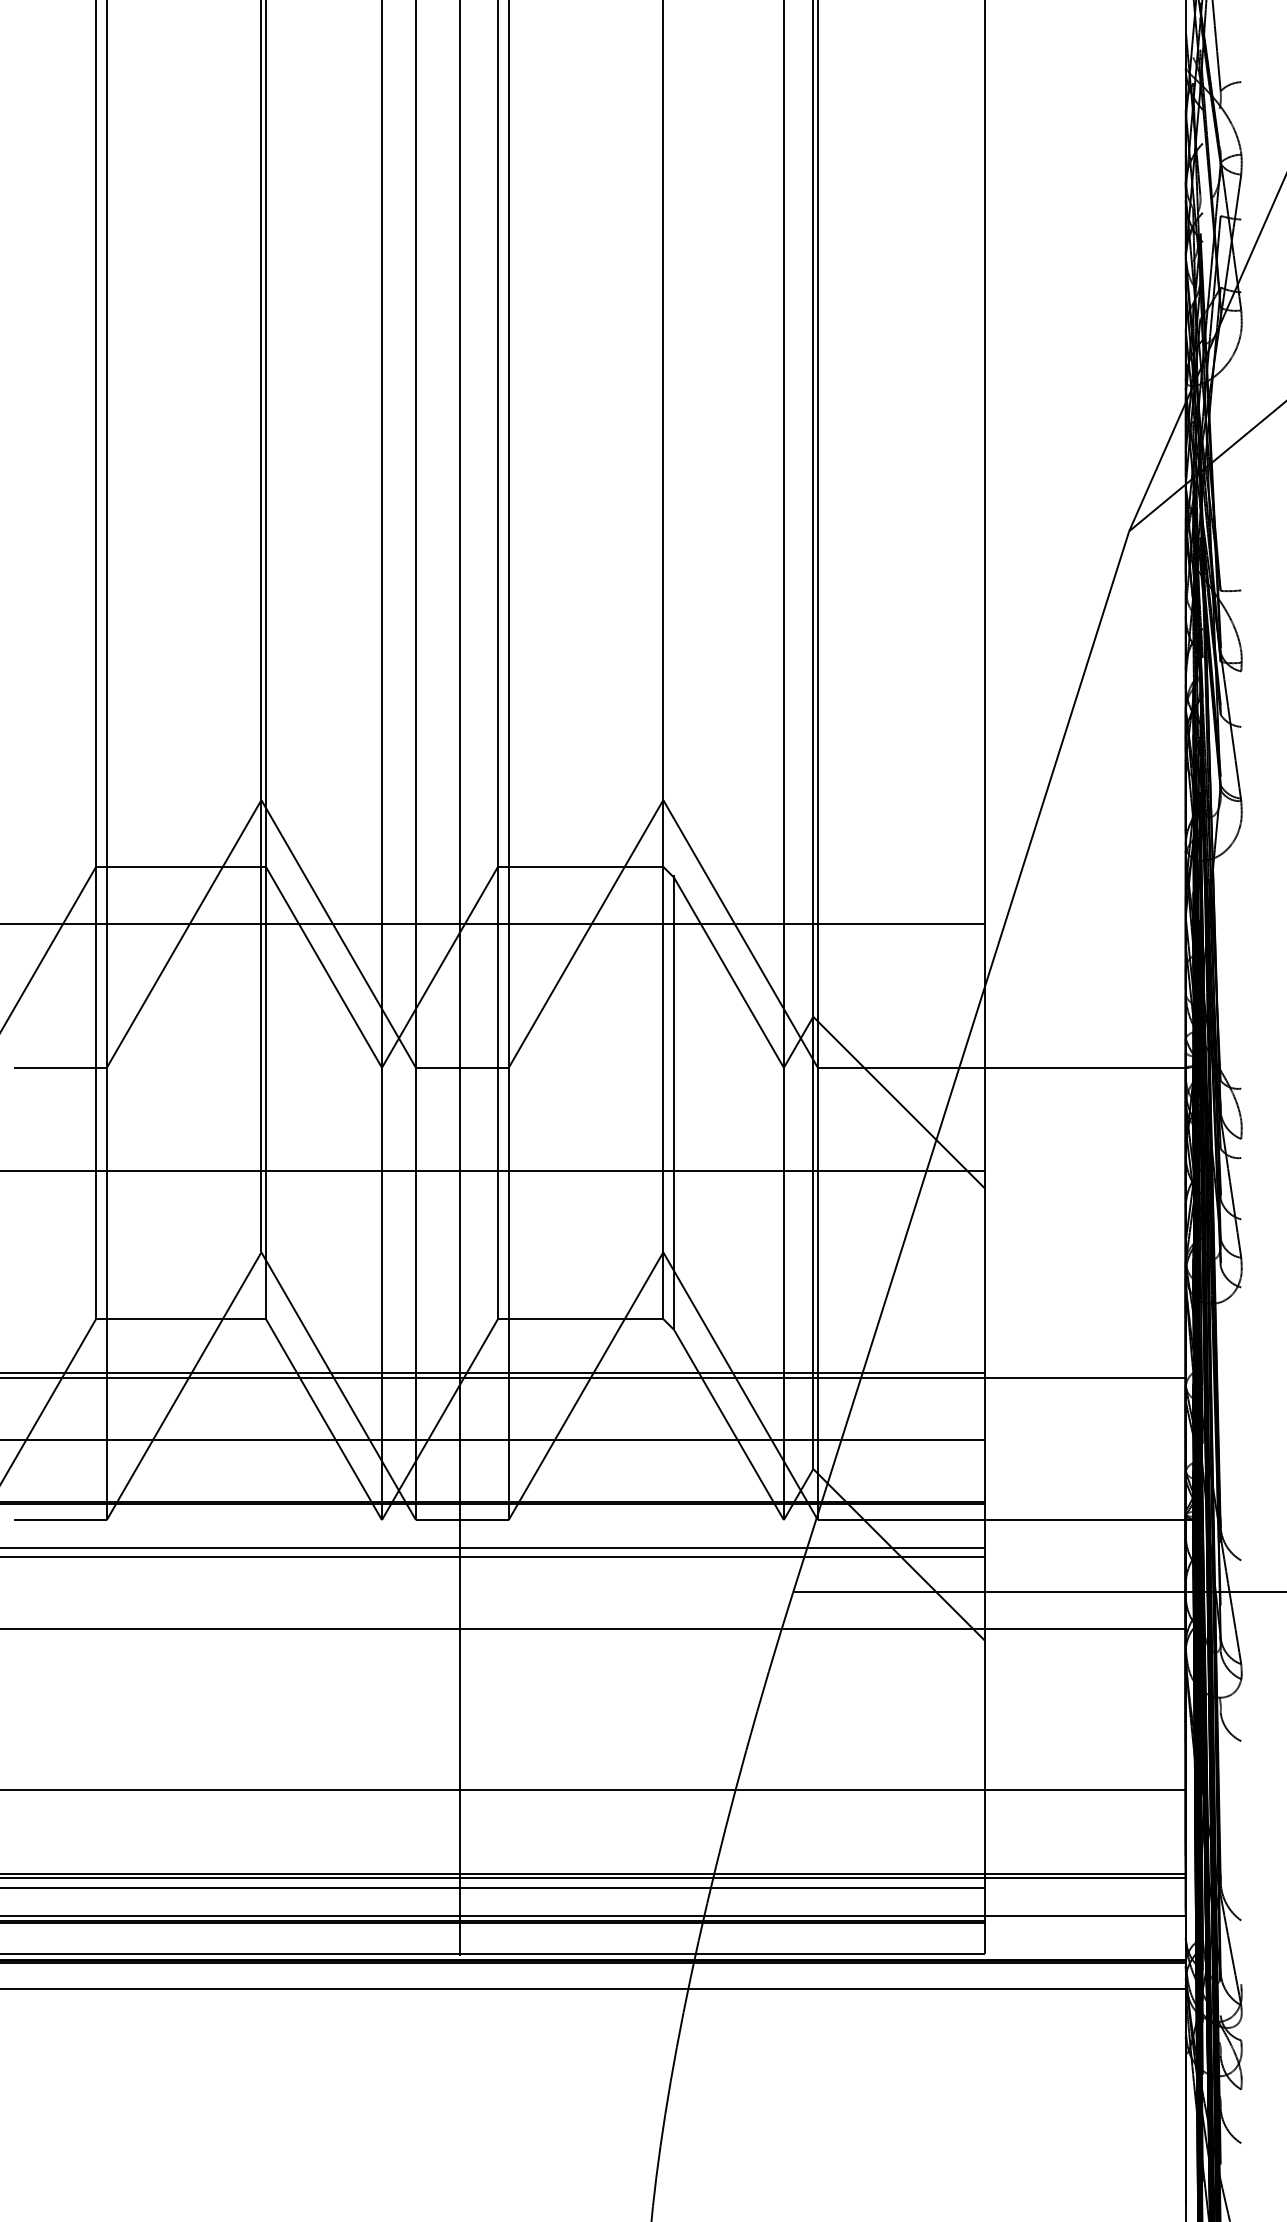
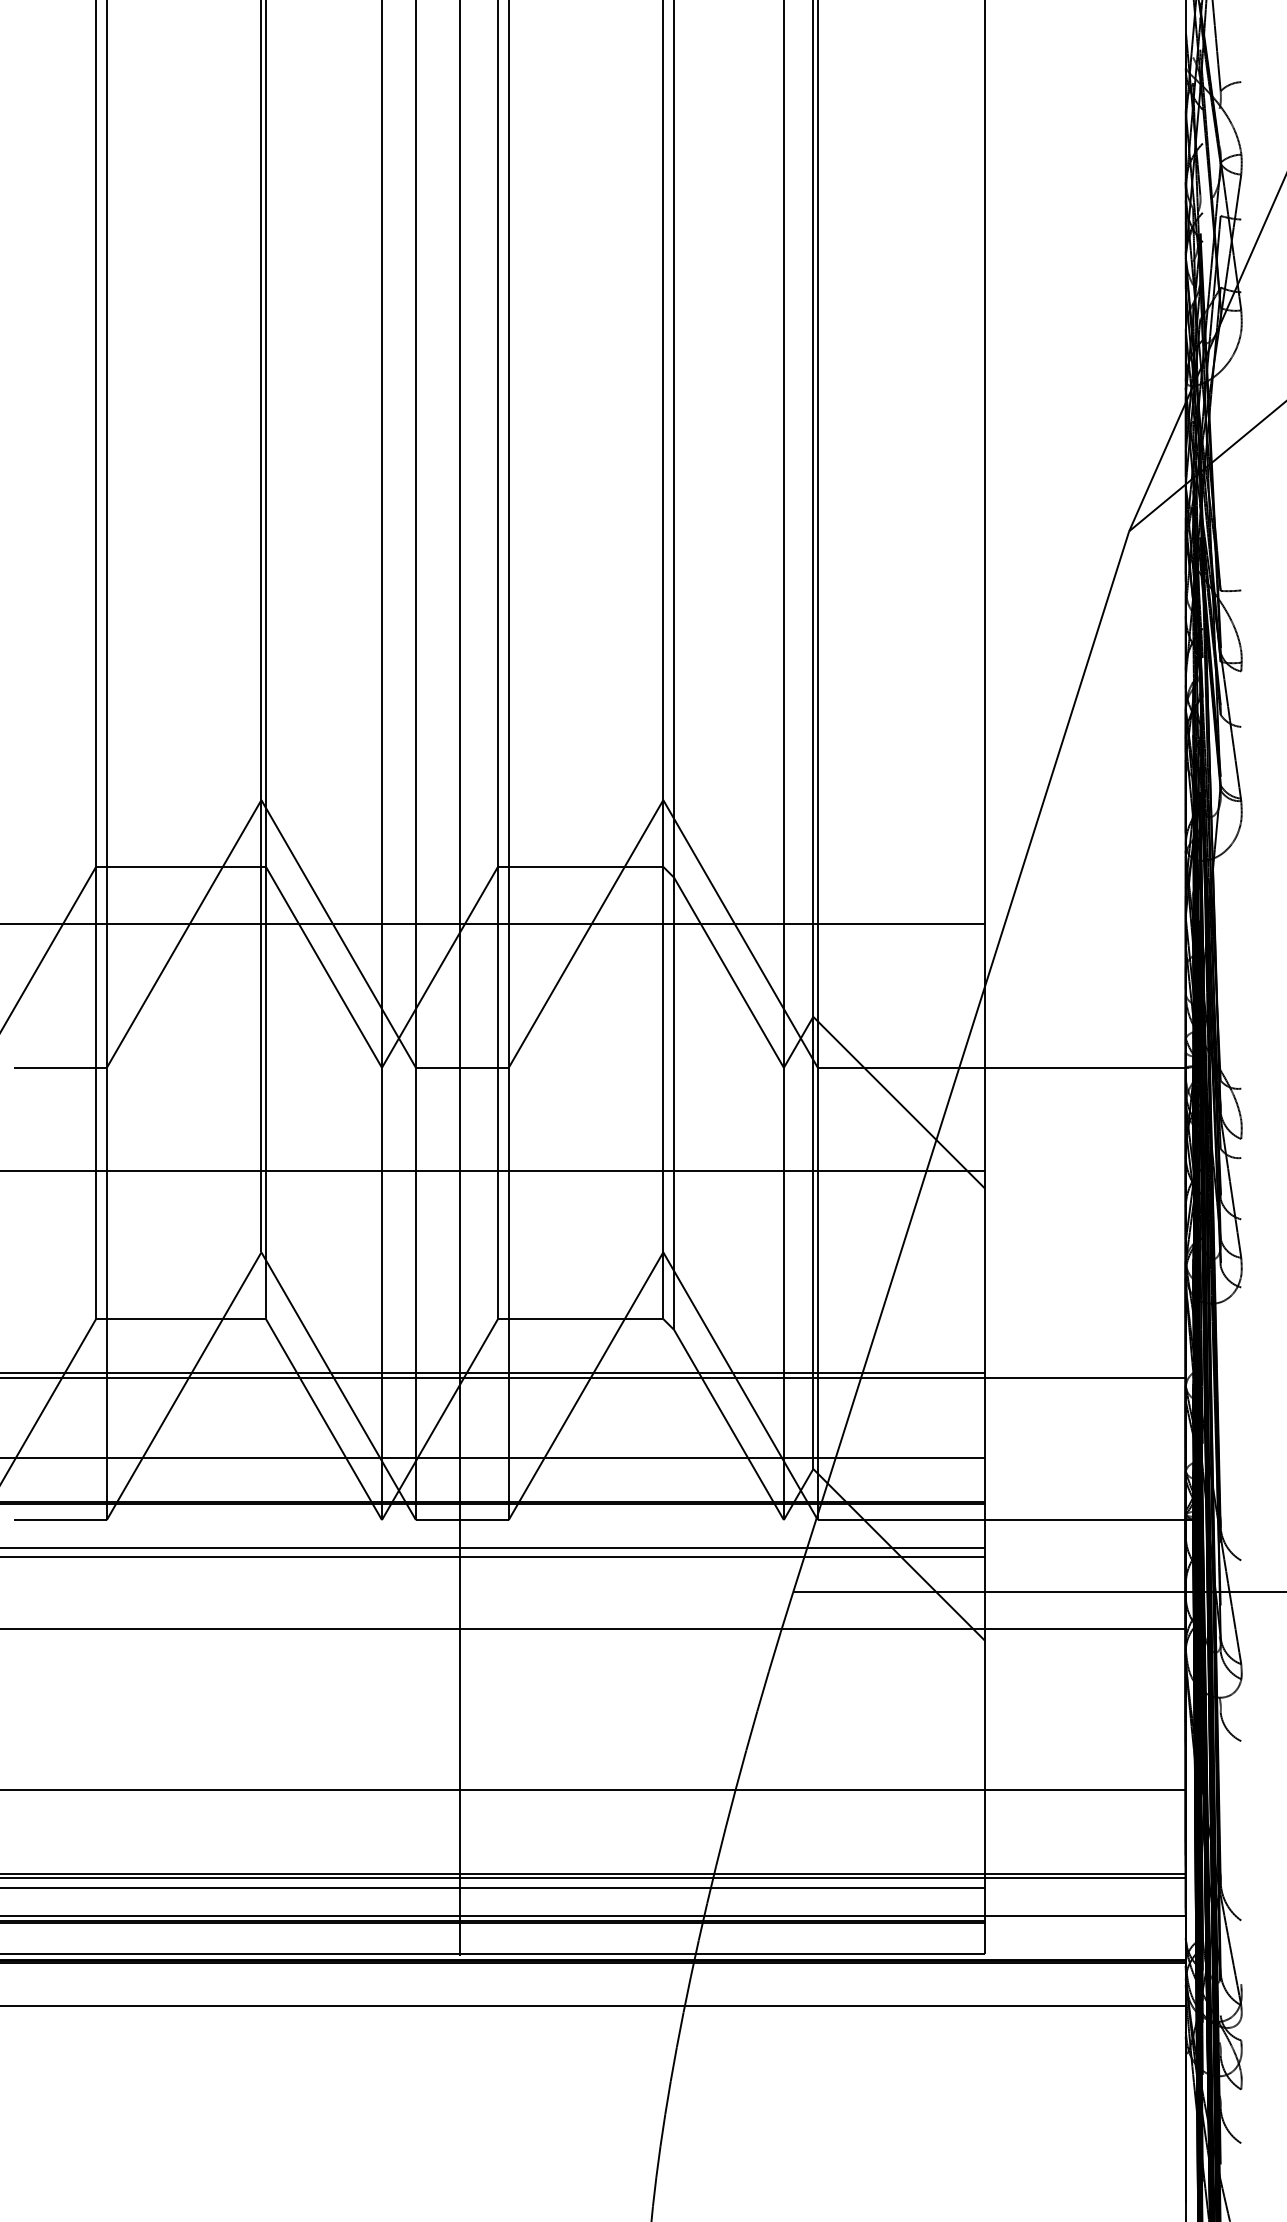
line at (674, 438): none -> present
line at (493, 1439) position: (493, 1439) -> (493, 1457)
line at (593, 1989) position: (593, 1989) -> (593, 2006)
